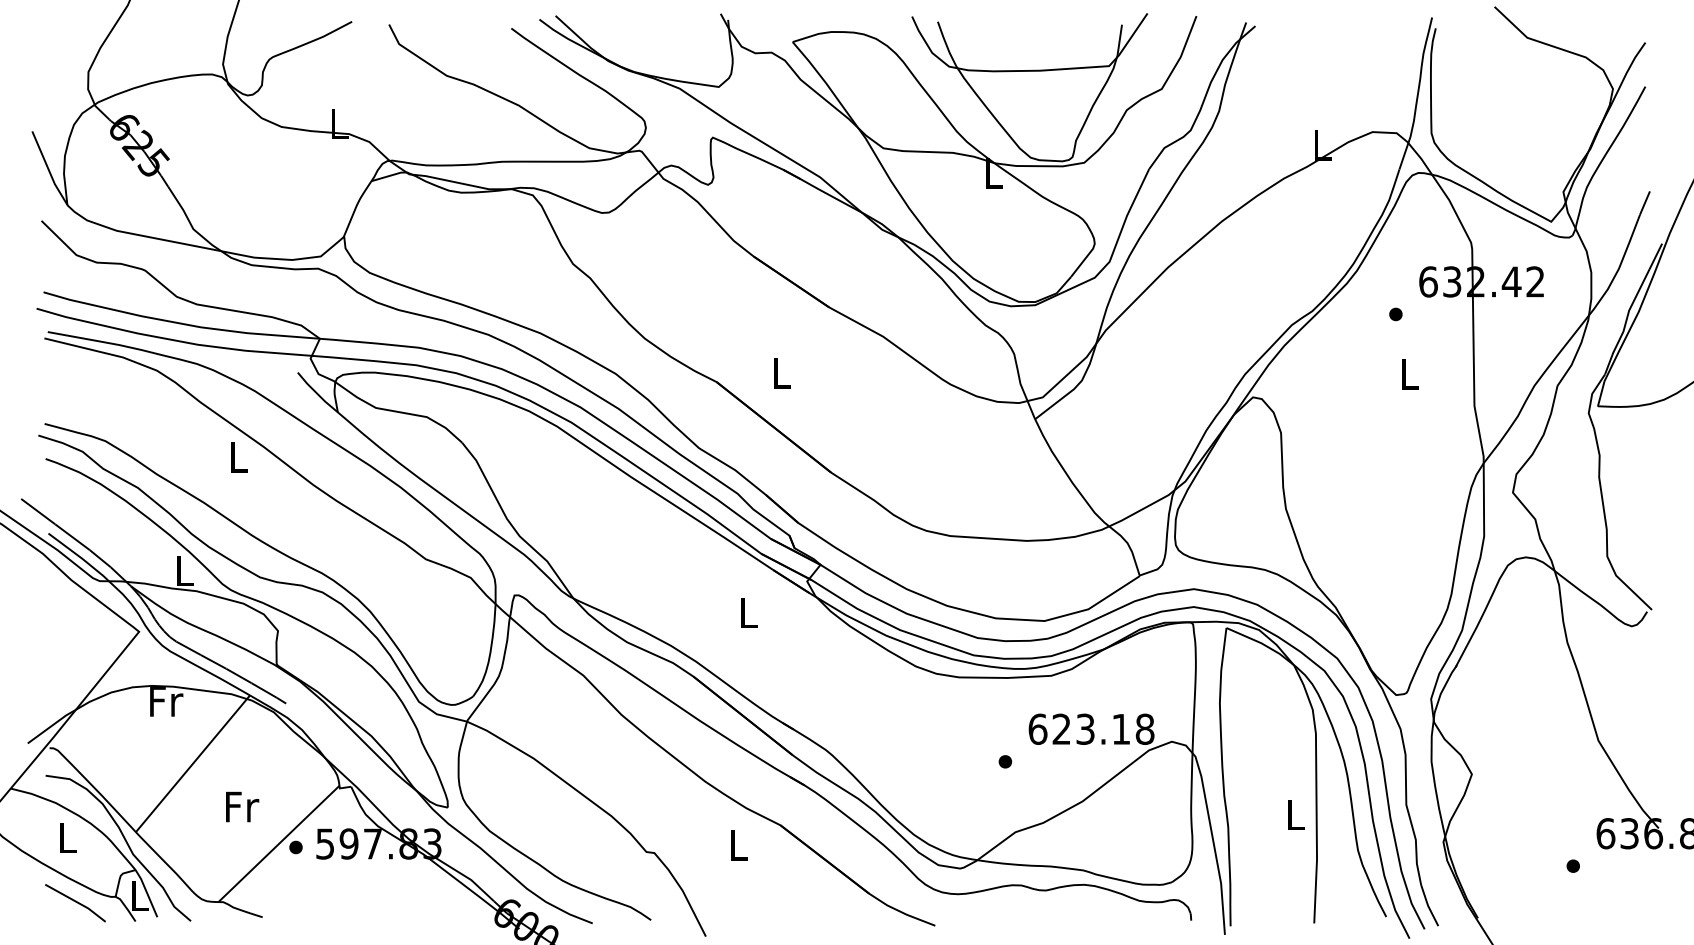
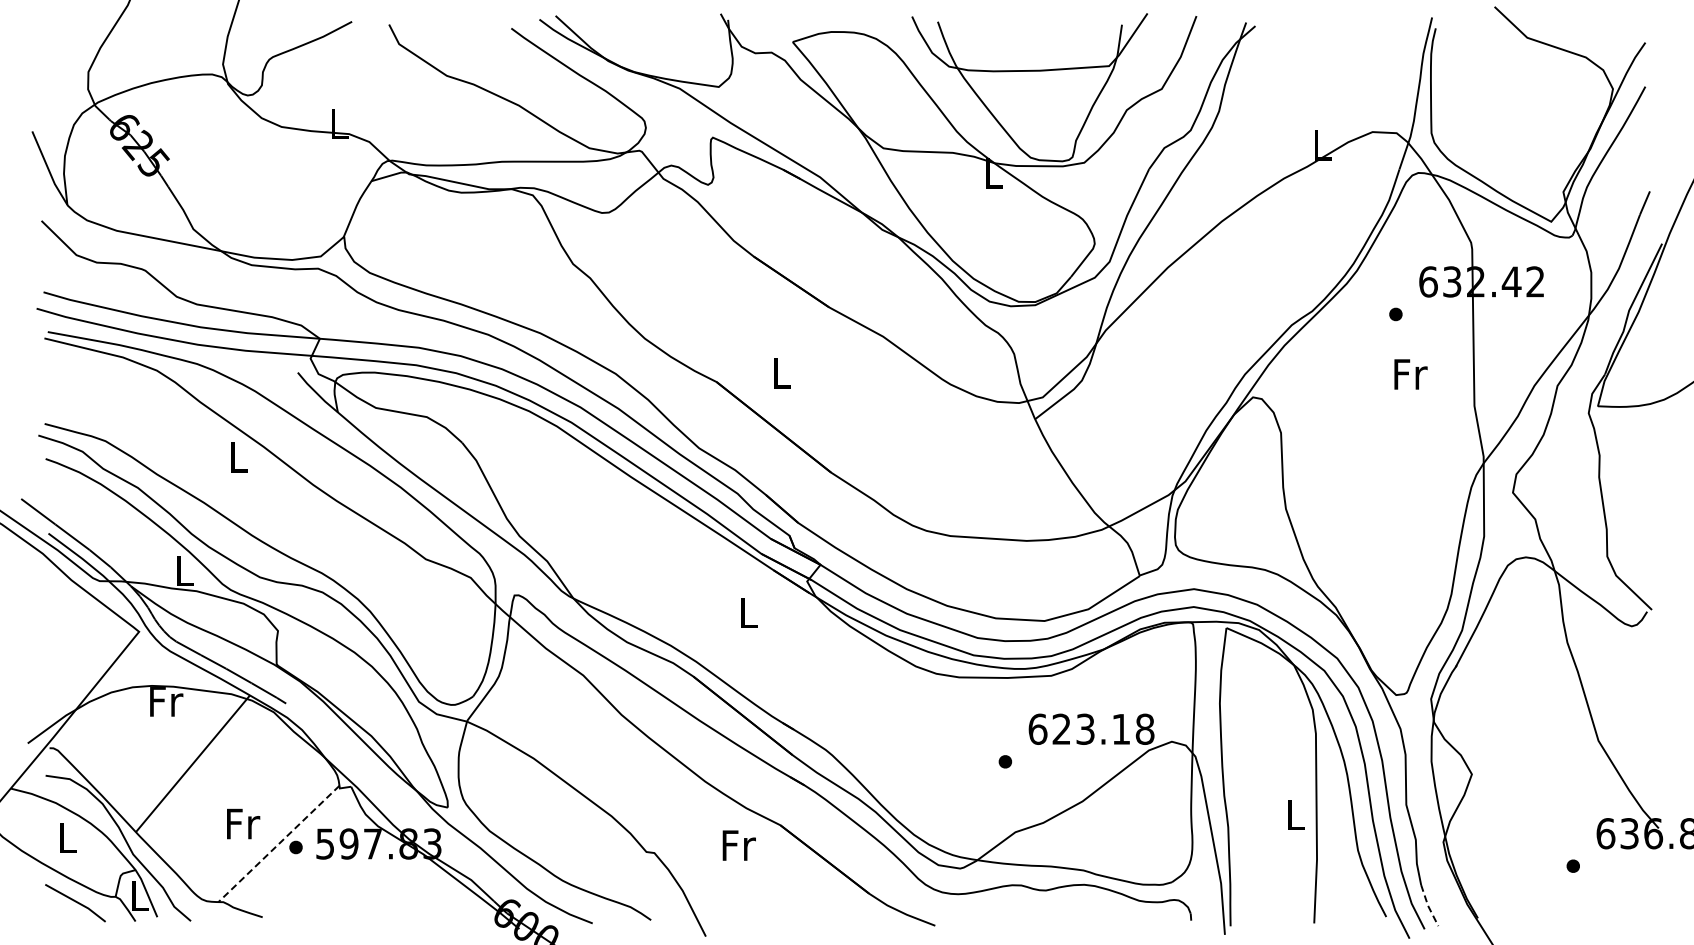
text at (1410, 374): L -> Fr
text at (242, 806) position: (242, 806) -> (243, 823)
line at (278, 843): solid -> dashed
text at (738, 845): L -> Fr
line at (1428, 905): solid -> dashed
